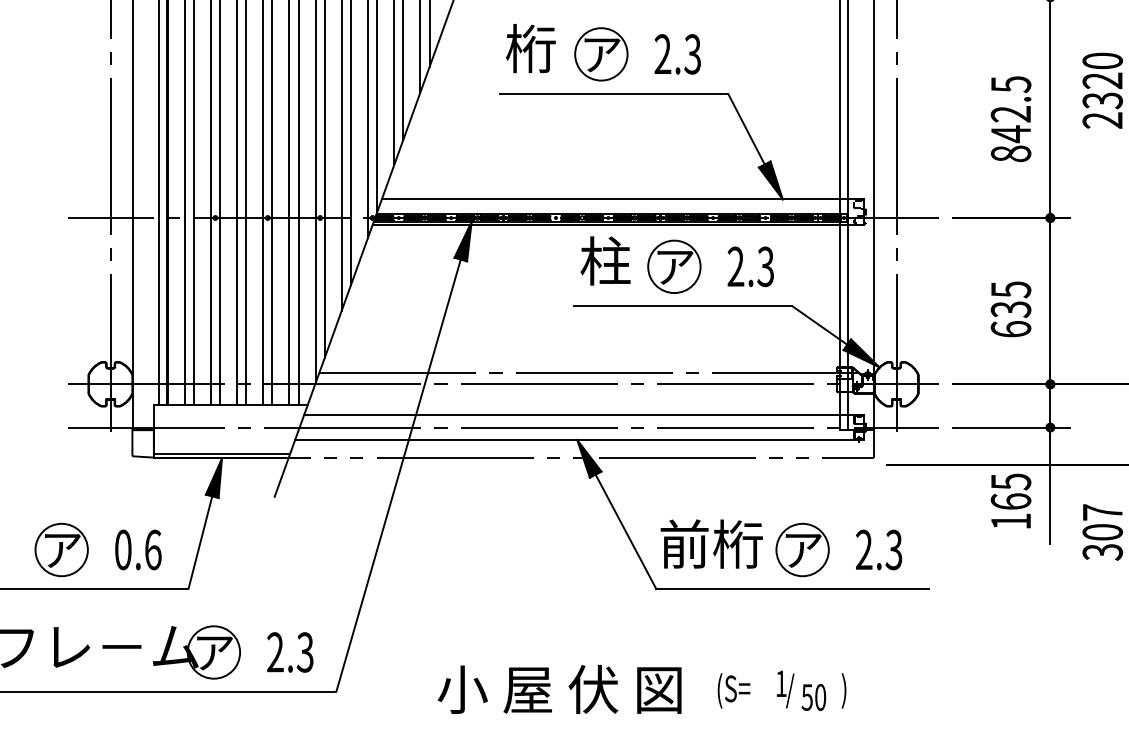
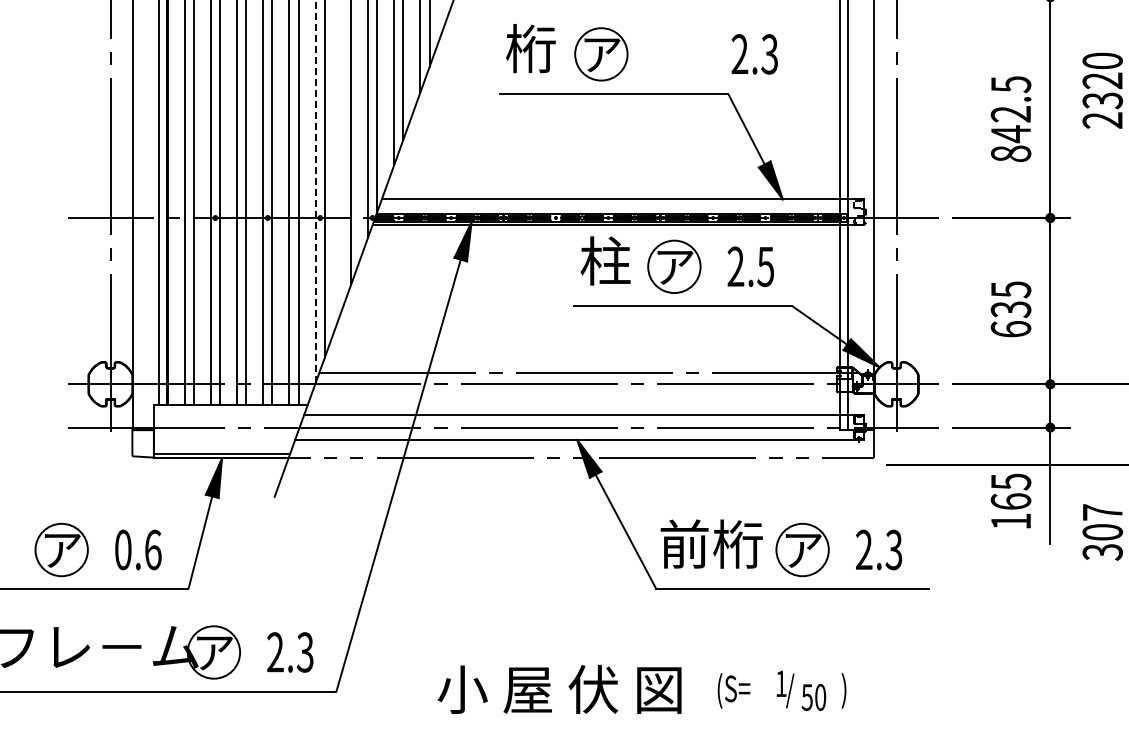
text at (677, 54) position: (677, 54) -> (754, 54)
line at (341, 156): present -> none
line at (315, 191): solid -> dashed
text at (765, 266): 2.3 -> 2.5
